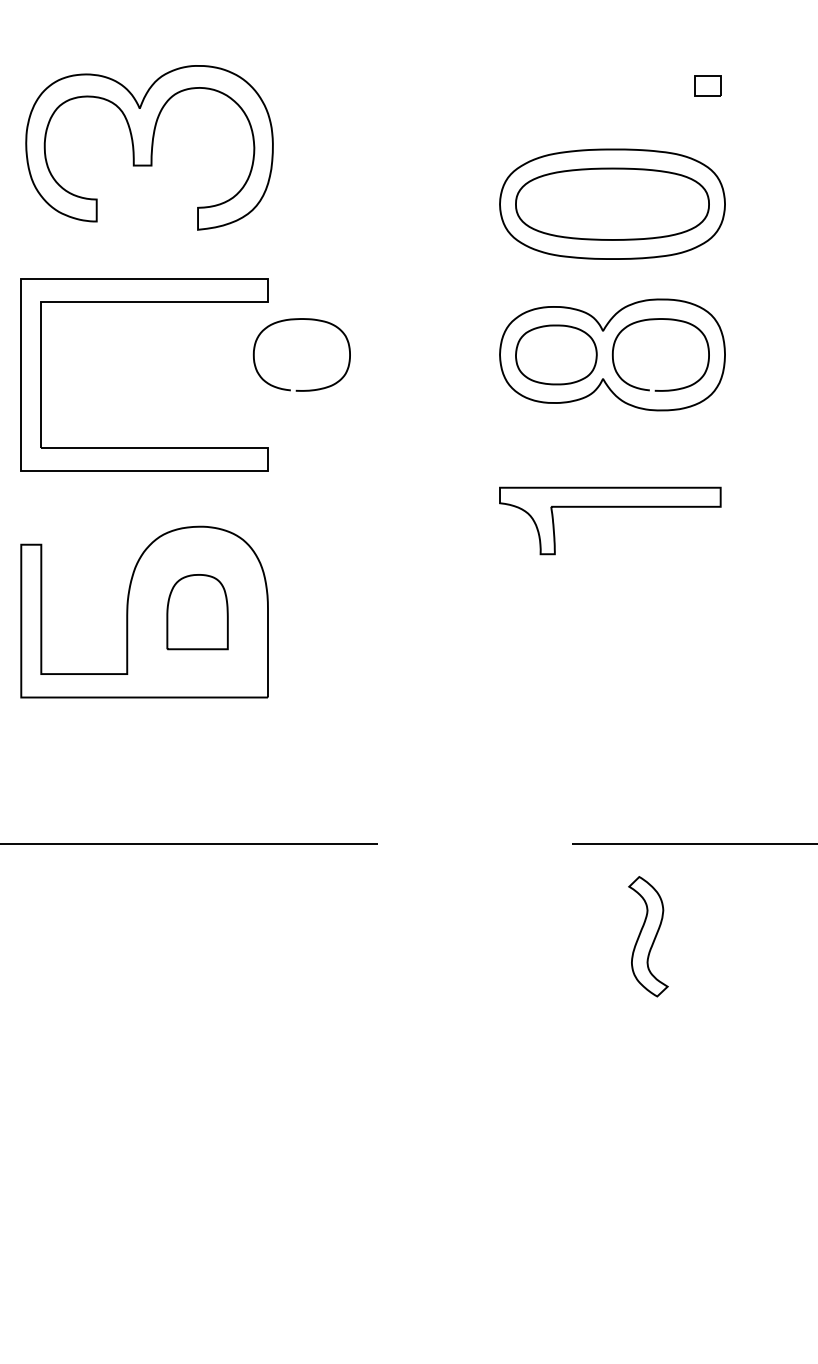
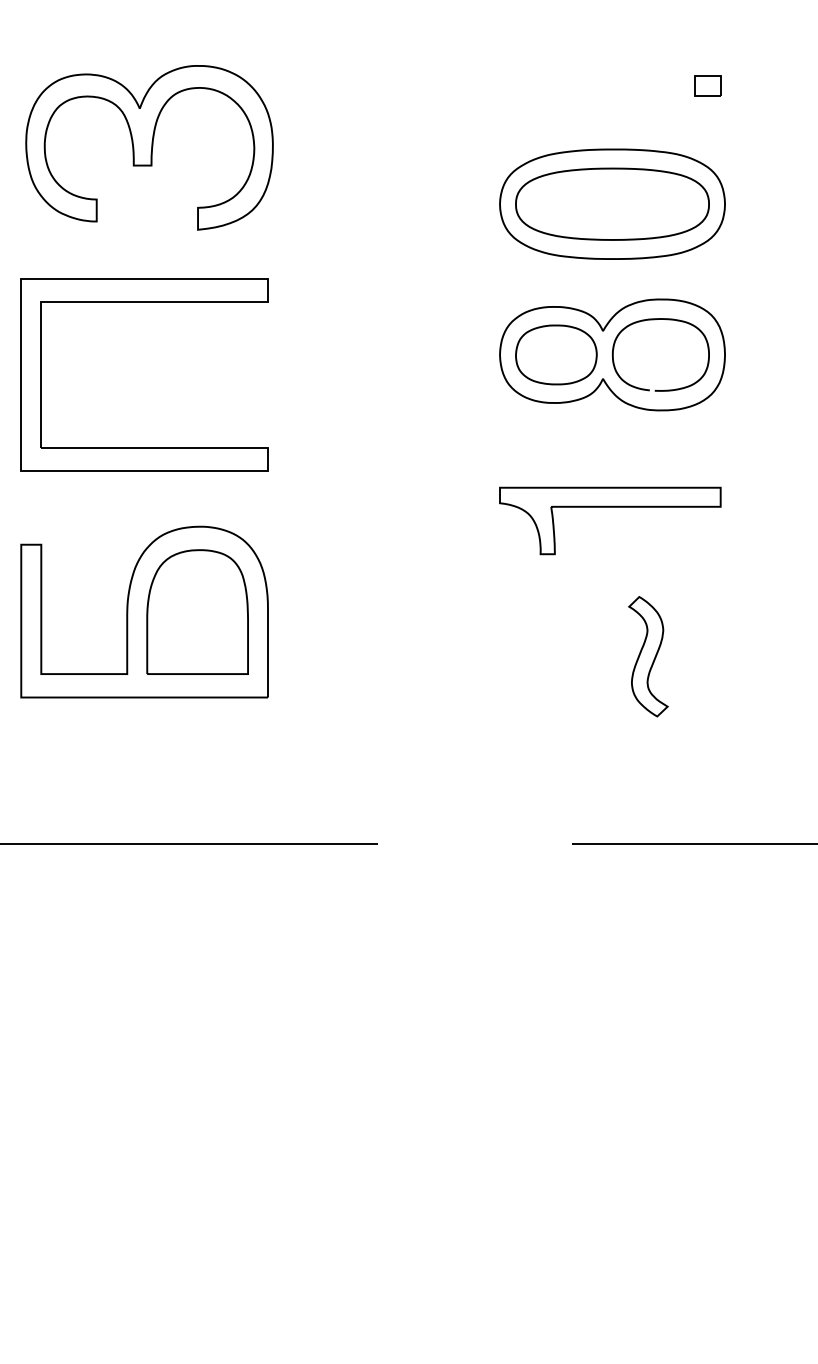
curve at (296, 320): present -> none
part at (197, 612) size: 63x77 px -> 103x126 px
part at (648, 936) position: (648, 936) -> (648, 656)
